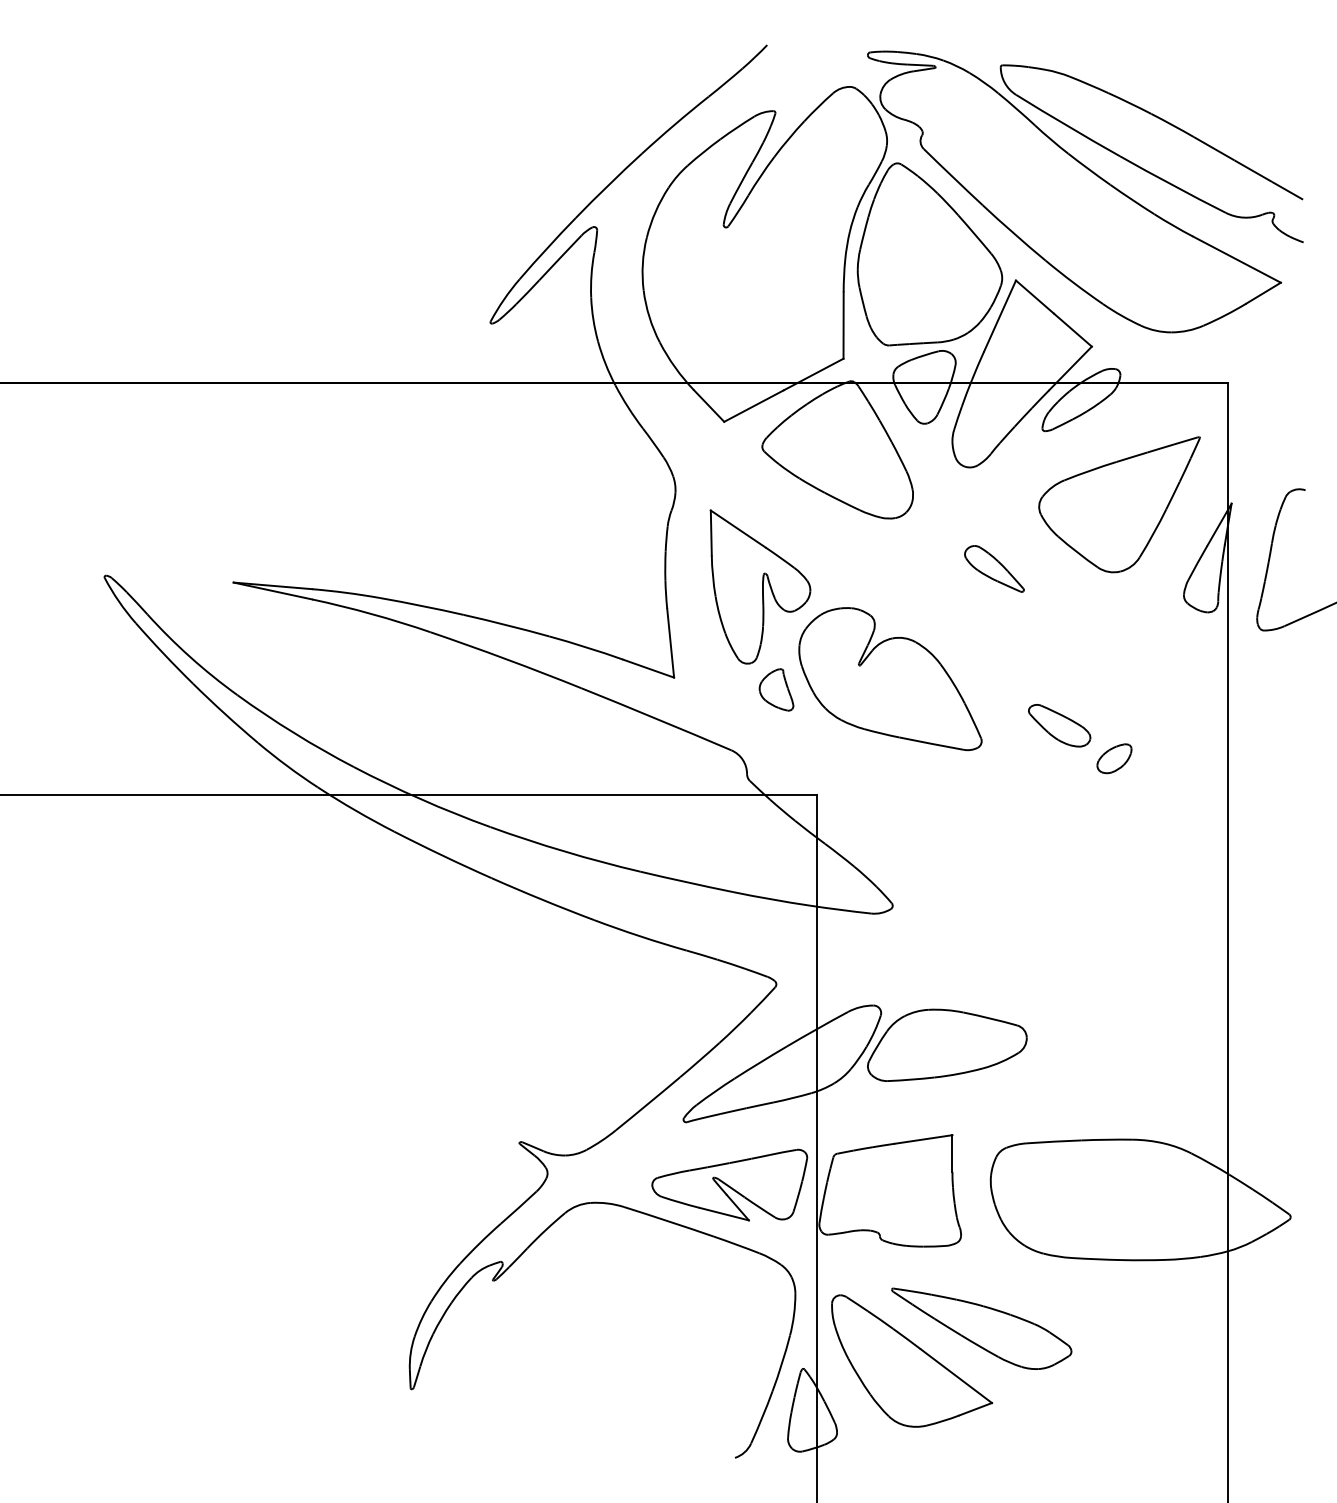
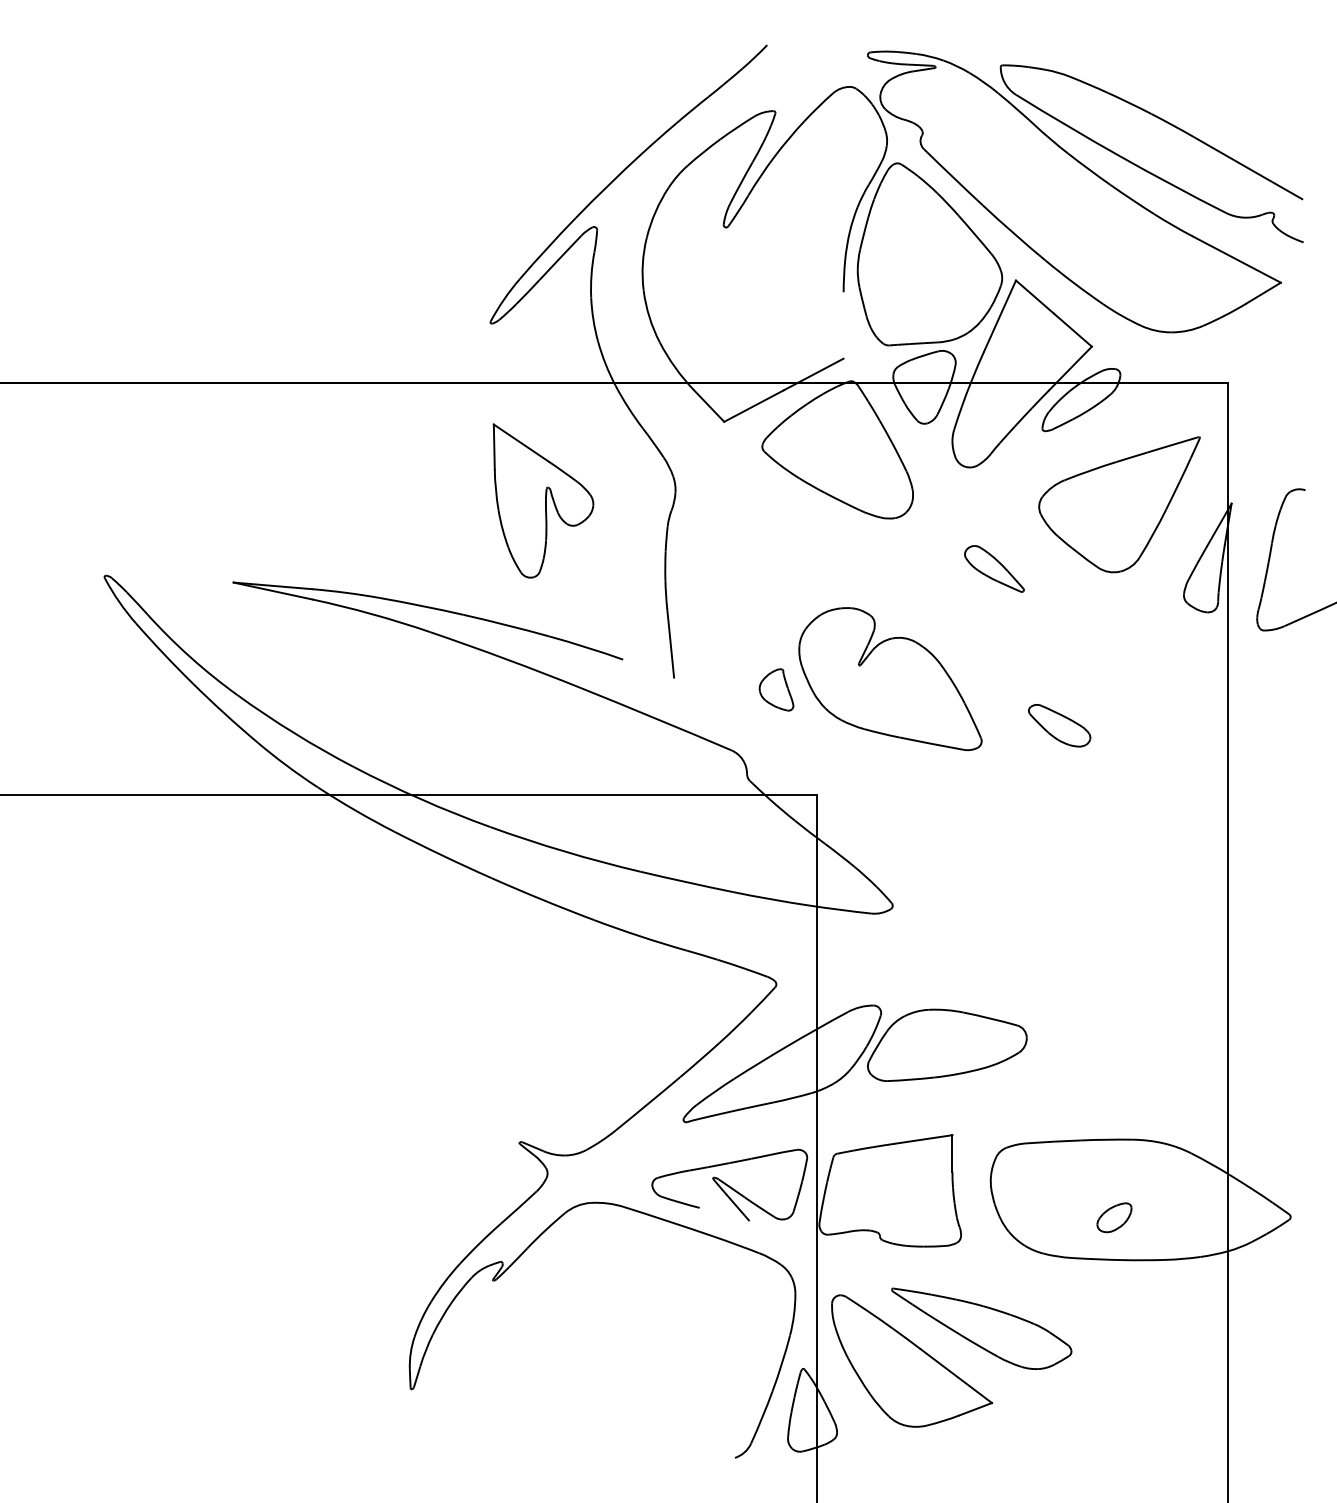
line at (843, 325): present -> none
part at (760, 586) position: (760, 586) -> (543, 500)
line at (648, 668): present -> none
part at (1114, 758) position: (1114, 758) -> (1114, 1217)
line at (723, 1213): present -> none
